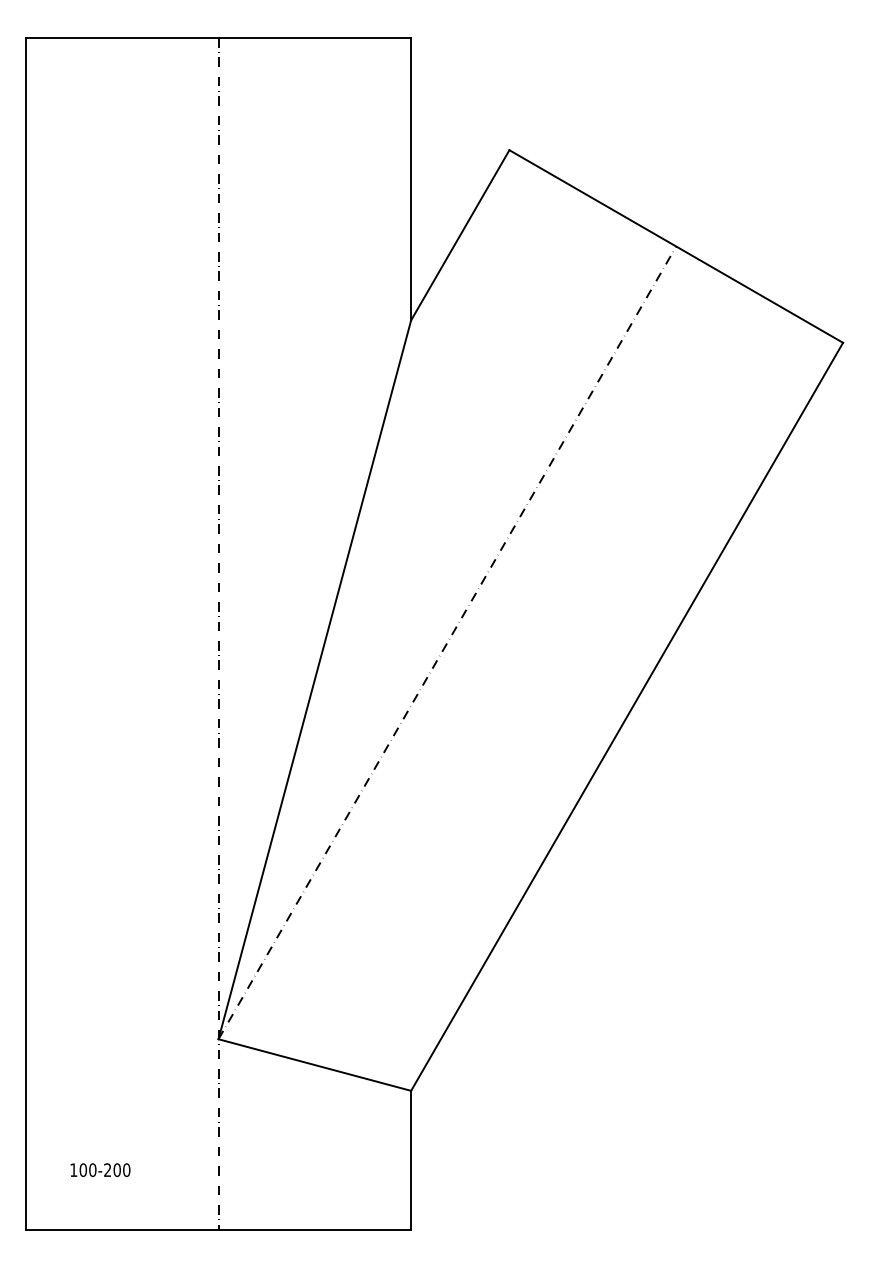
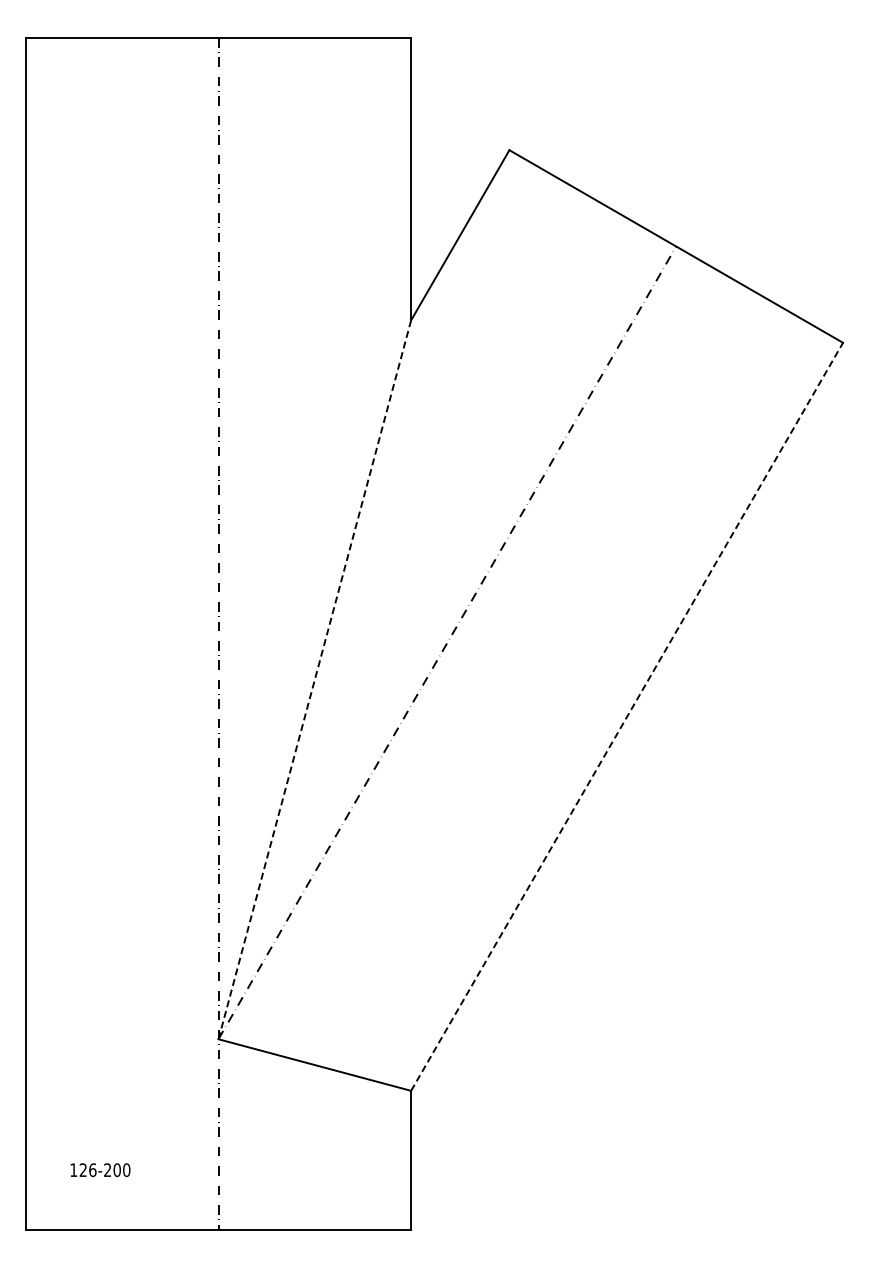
line at (314, 680): solid -> dashed
line at (627, 716): solid -> dashed
text at (87, 1170): 100-200 -> 126-200
